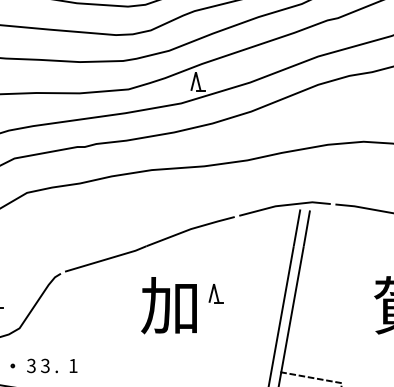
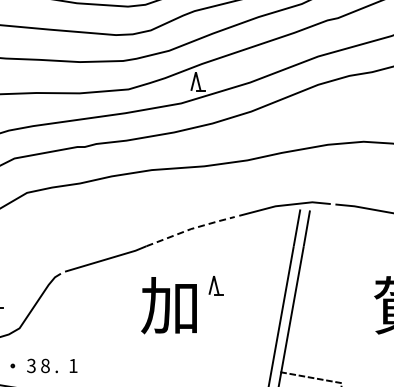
line at (191, 229): solid -> dashed
part at (215, 293) position: (215, 293) -> (215, 285)
text at (45, 365): 3 -> 8
